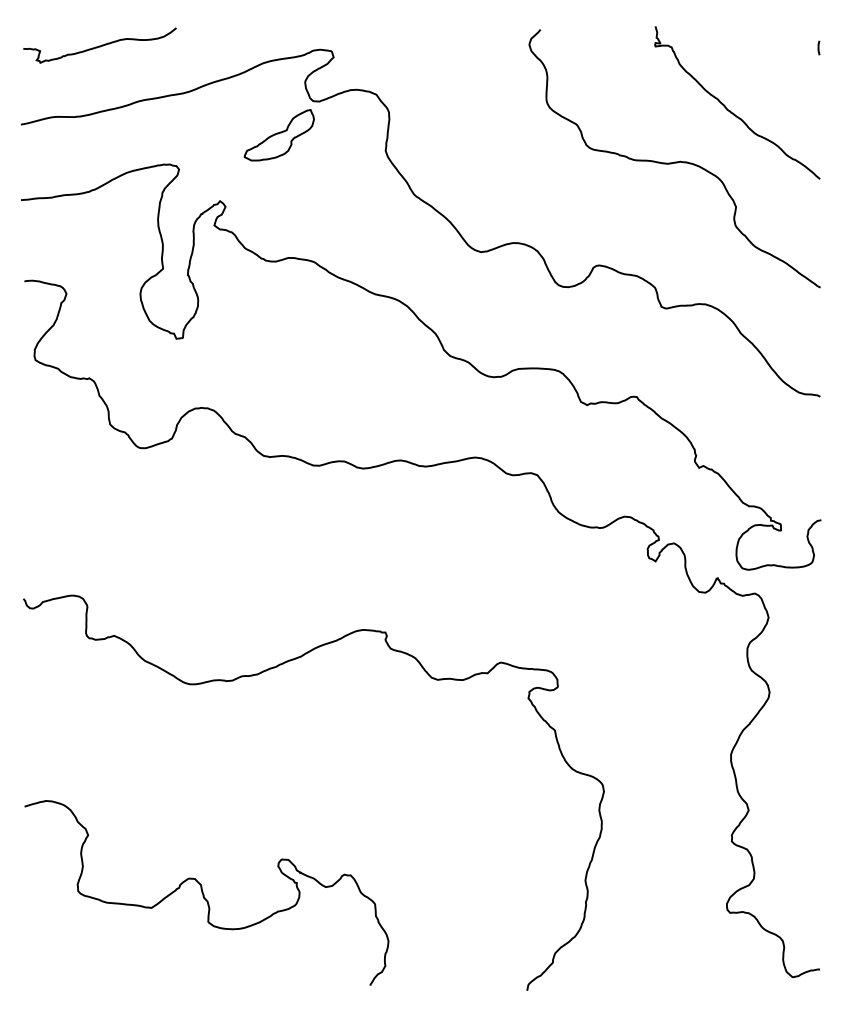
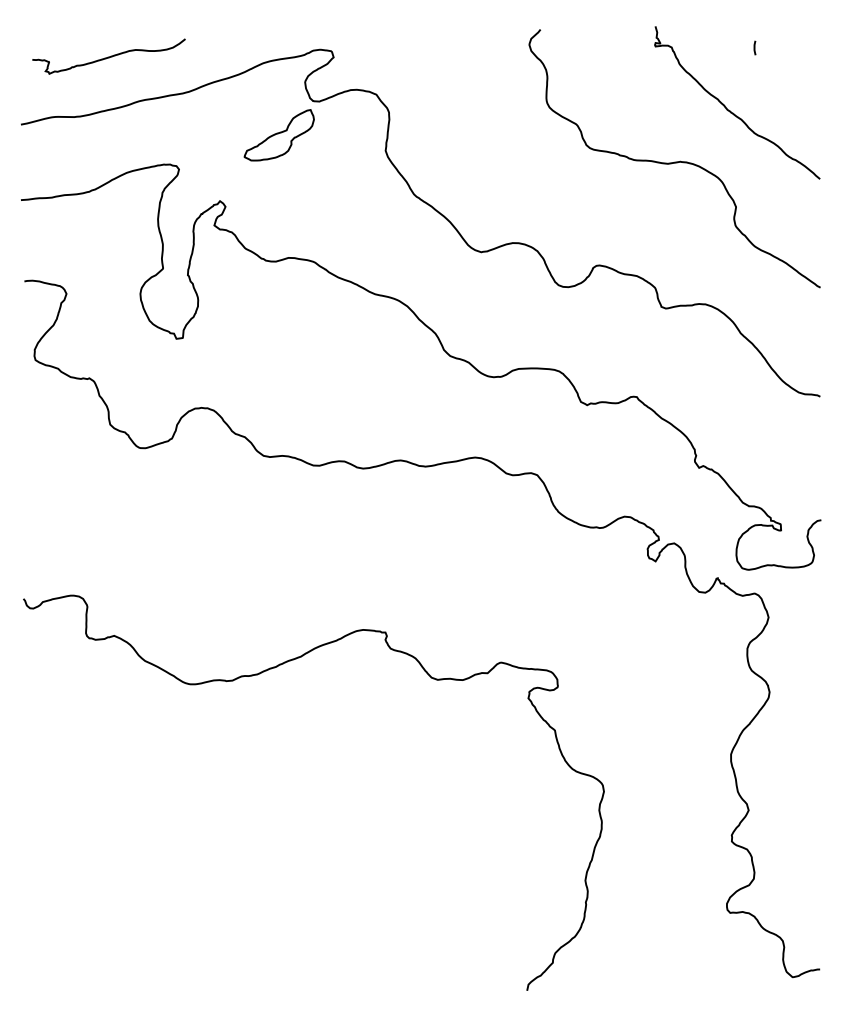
curve at (99, 45) position: (99, 45) -> (108, 56)
line at (818, 47) position: (818, 47) -> (754, 47)
curve at (204, 894): present -> none
